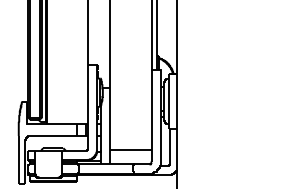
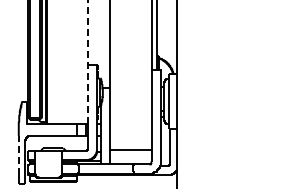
line at (87, 62): solid -> dashed
line at (18, 155): solid -> dashed
